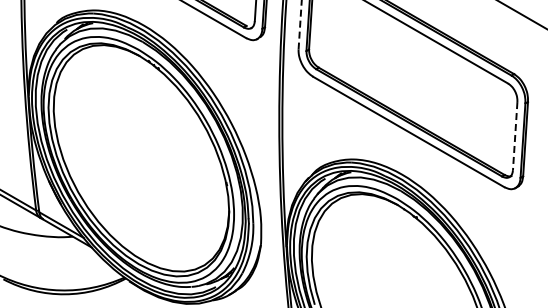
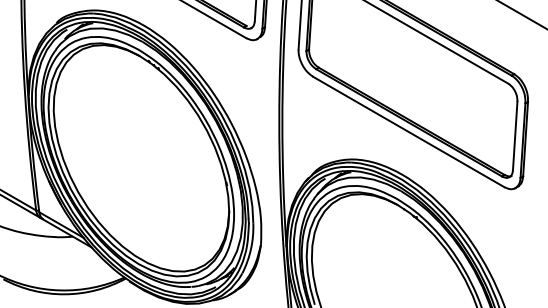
line at (300, 24): dashed -> solid
line at (515, 136): dashed -> solid
